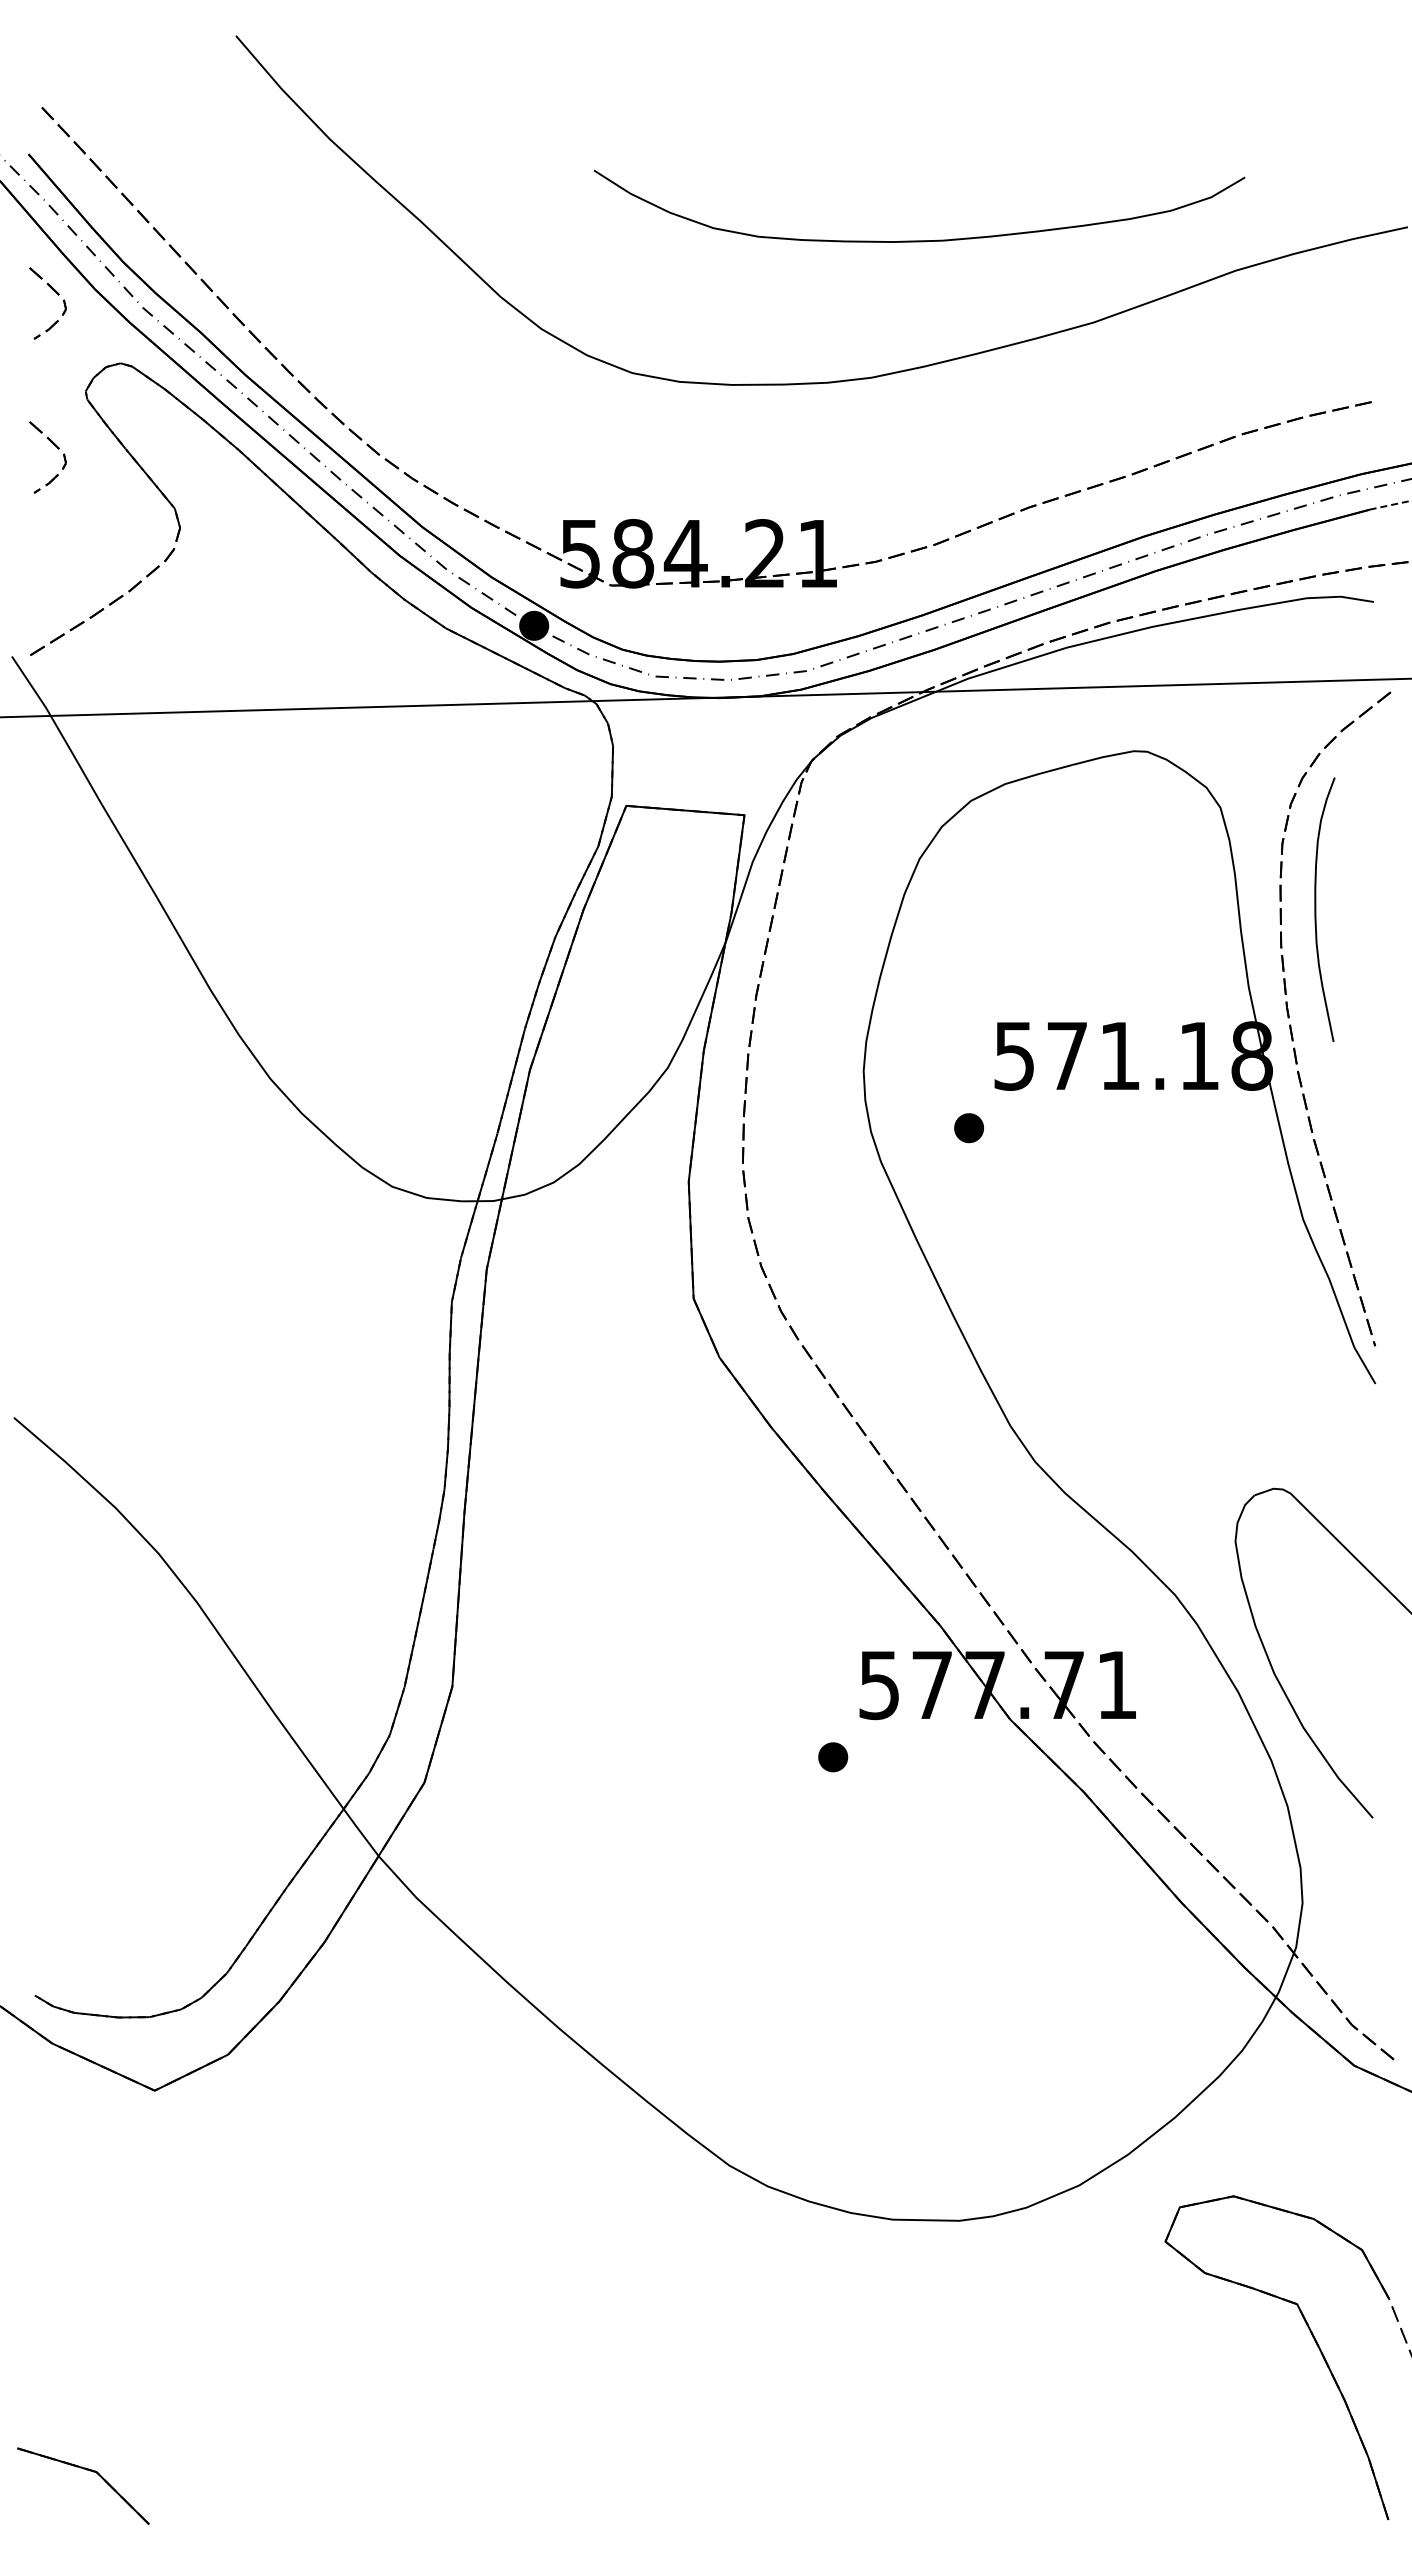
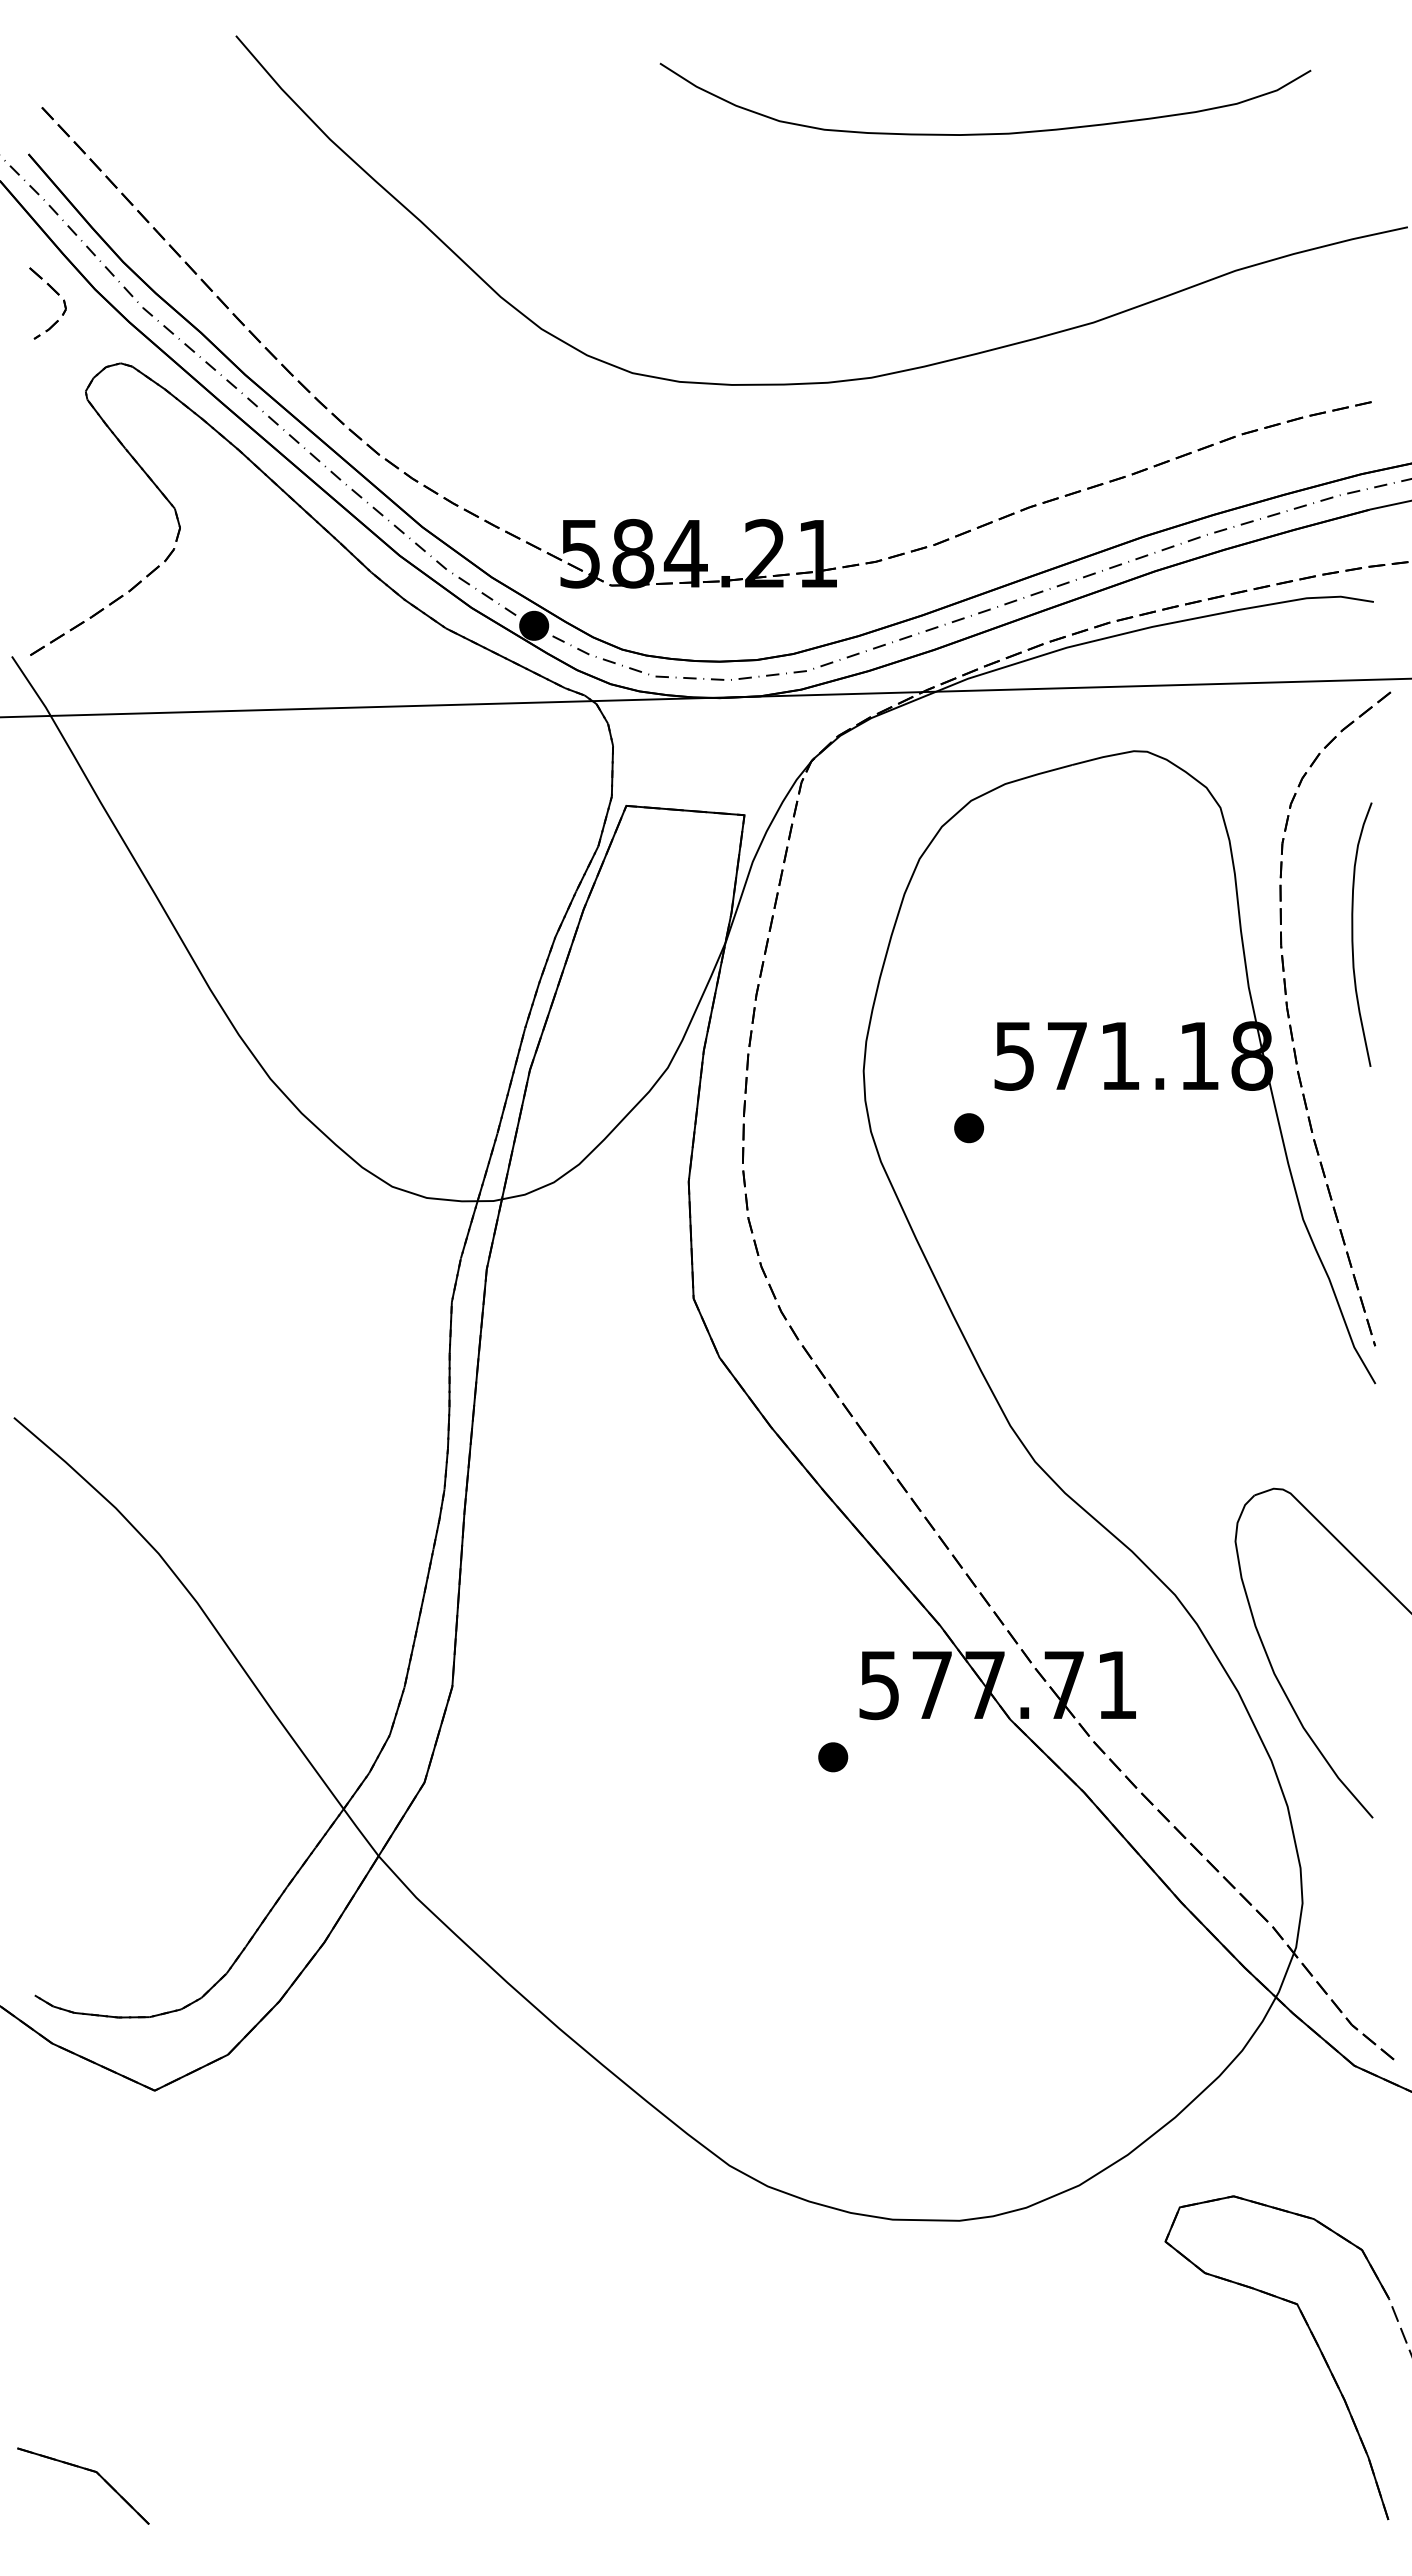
curve at (919, 240) position: (919, 240) -> (985, 133)
part at (56, 447): present -> none
line at (1390, 505): dashed -> solid
curve at (1316, 909) position: (1316, 909) -> (1353, 934)
